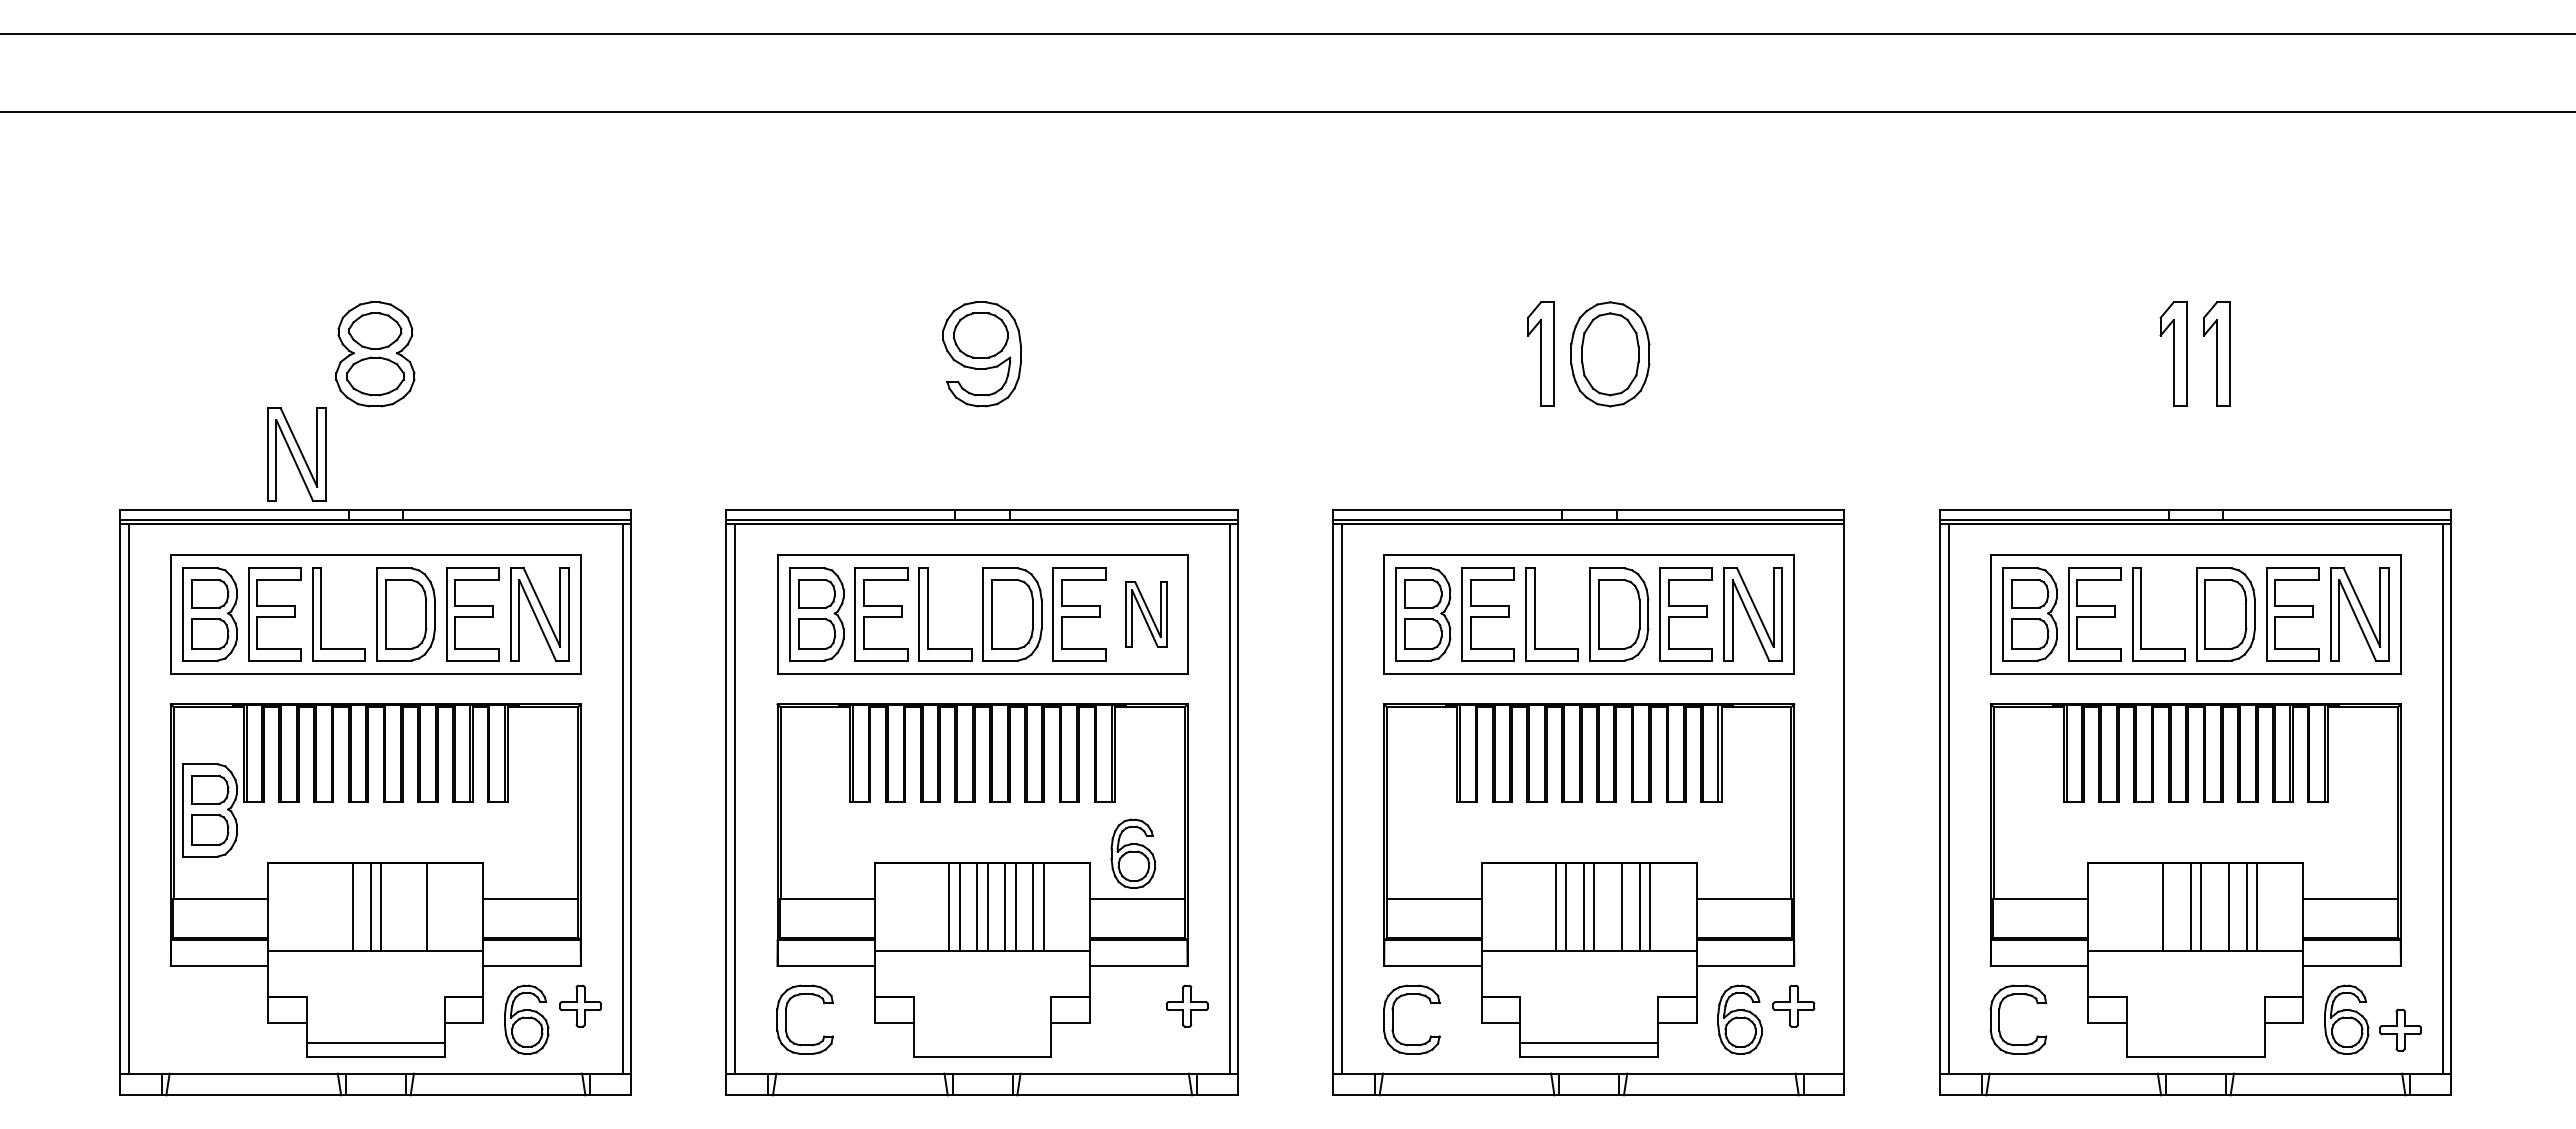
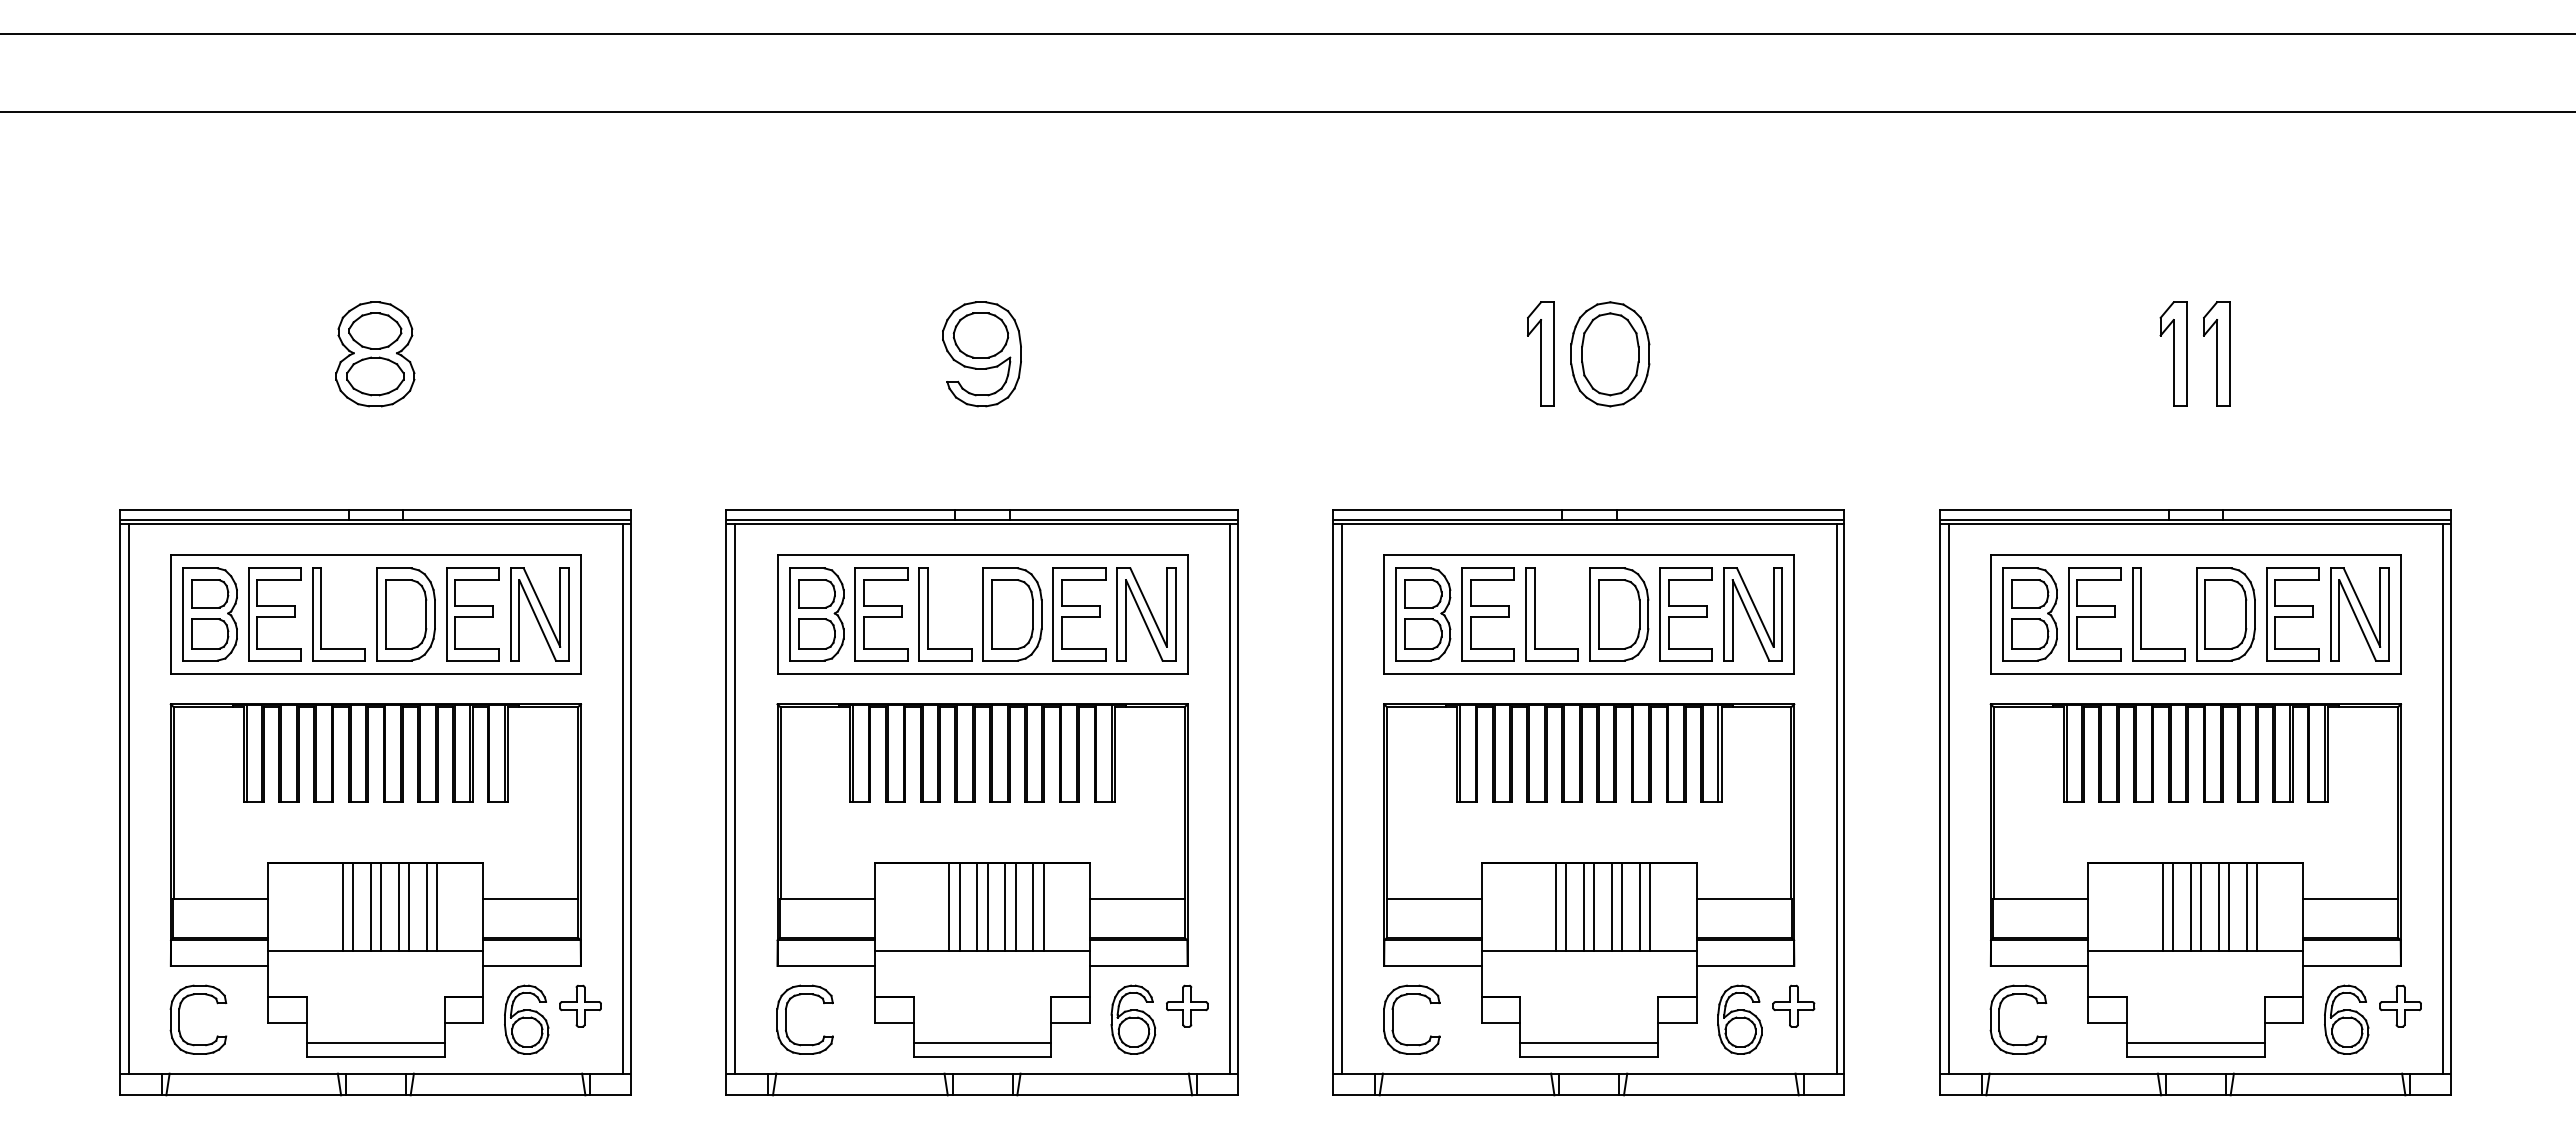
part at (296, 454): present -> none
part at (1146, 614) size: 43x67 px -> 61x95 px
line at (1836, 798): none -> present
part at (209, 810): present -> none
part at (1133, 853) position: (1133, 853) -> (1133, 1019)
line at (342, 906): none -> present
line at (398, 906): none -> present
line at (409, 906): none -> present
line at (436, 906): none -> present
line at (1612, 906): none -> present
line at (2173, 906): none -> present
line at (2218, 906): none -> present
part at (179, 1019): none -> present
part at (2400, 1029) position: (2400, 1029) -> (2400, 1005)
line at (982, 1042): none -> present
line at (2195, 1042): none -> present
